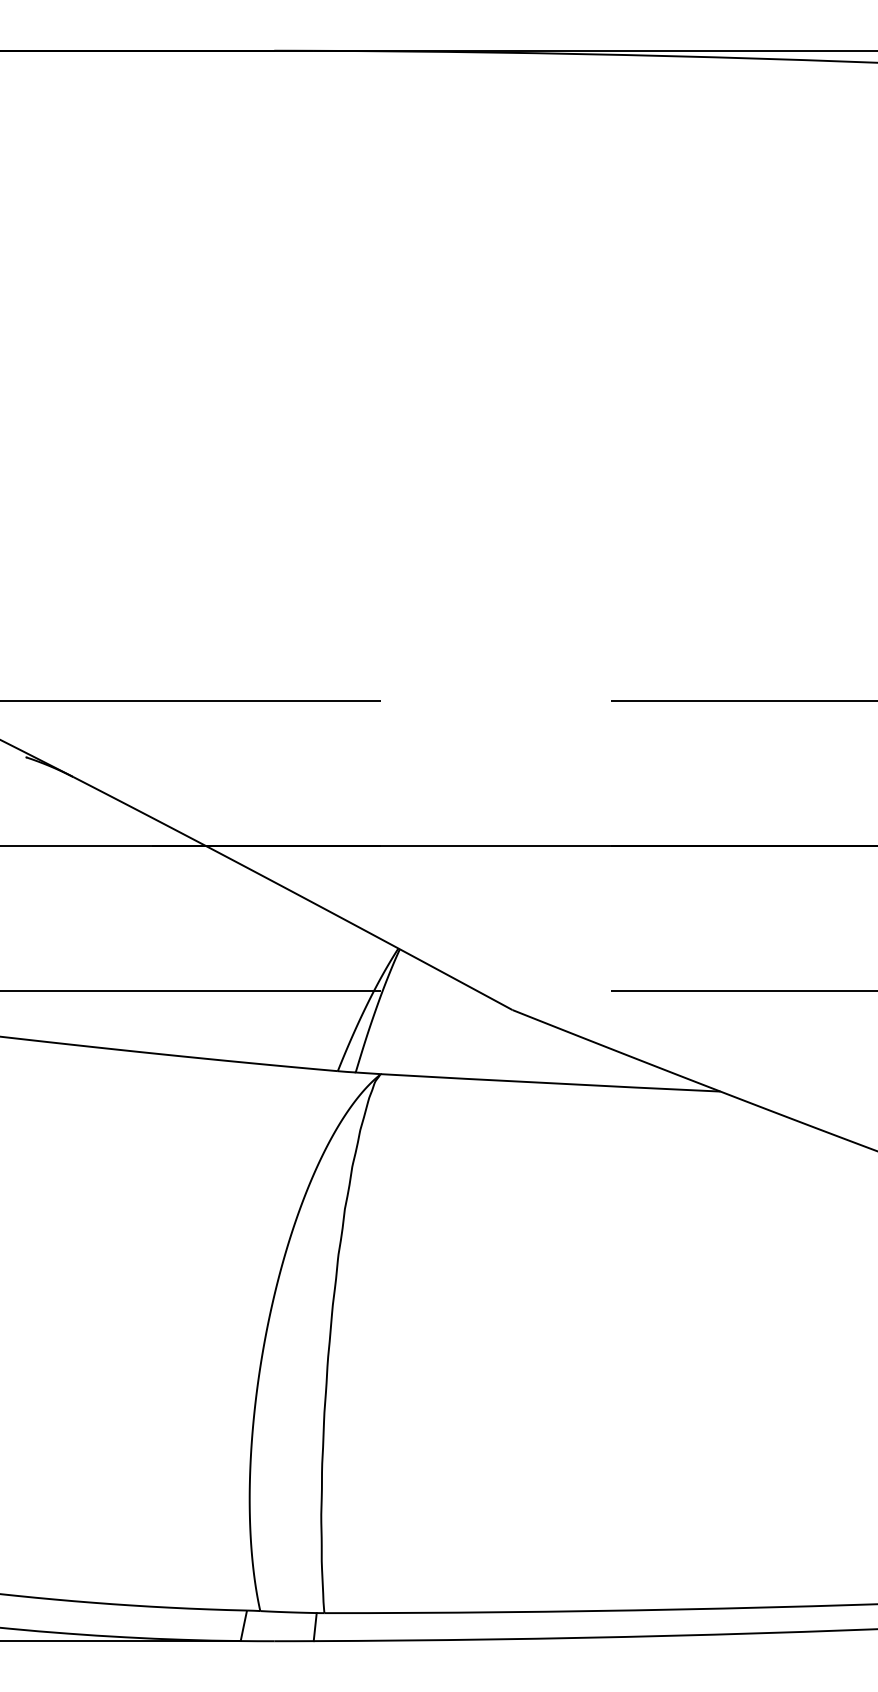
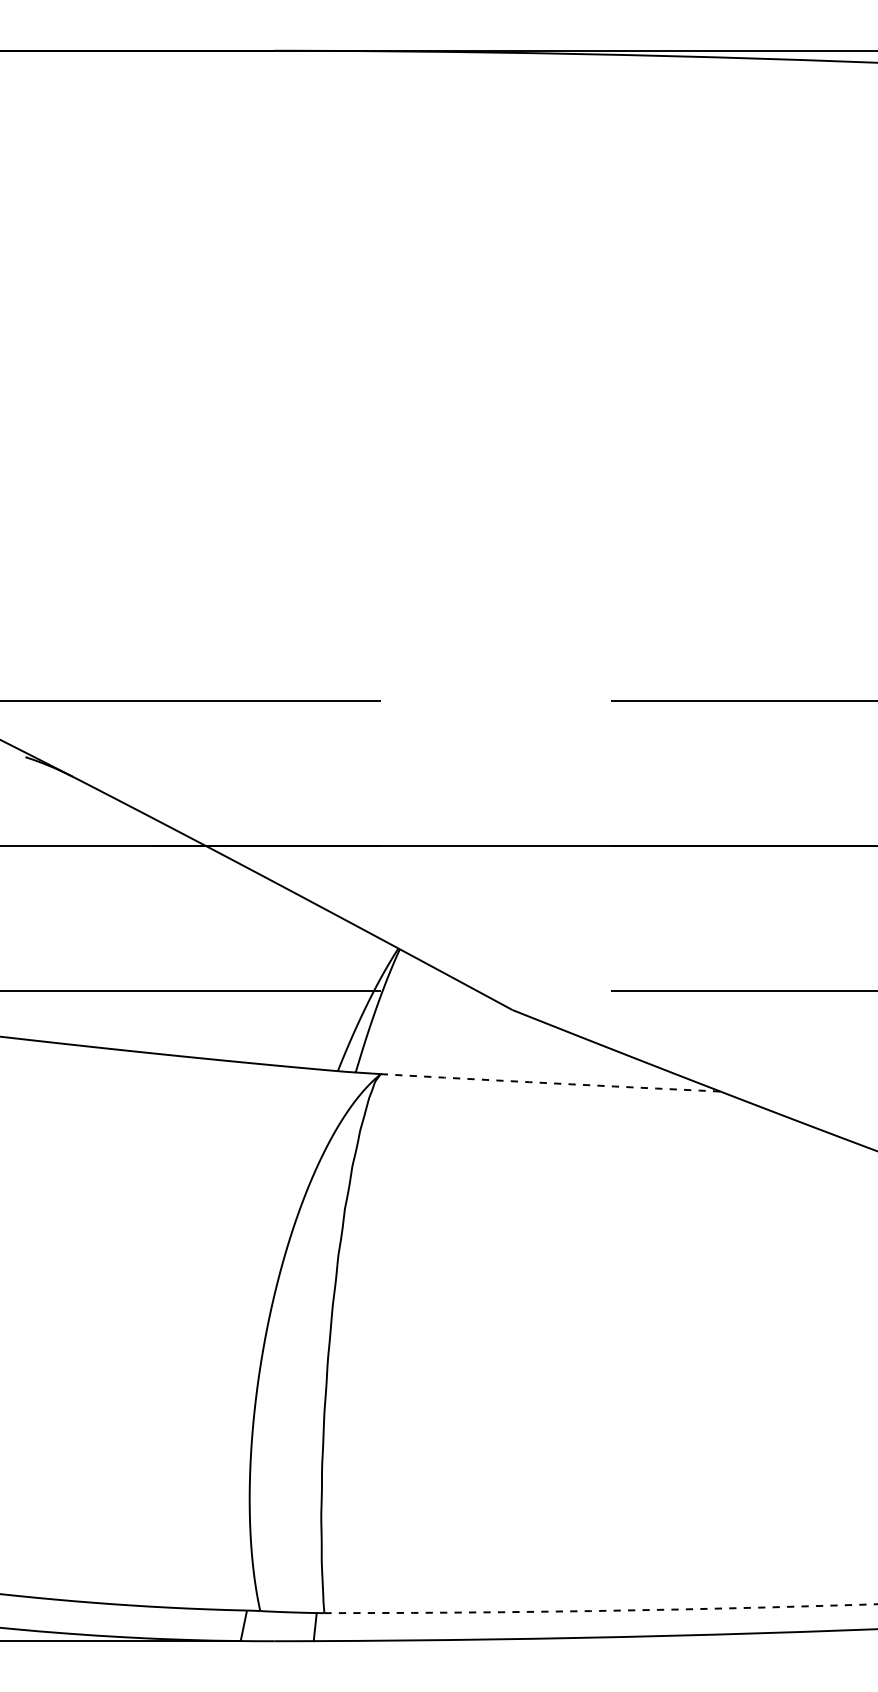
arc at (550, 1083): solid -> dashed
arc at (601, 1610): solid -> dashed
